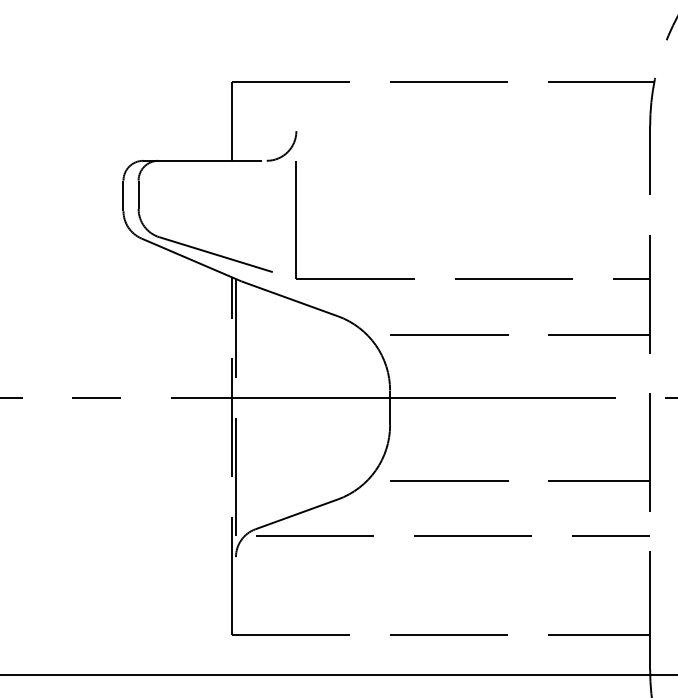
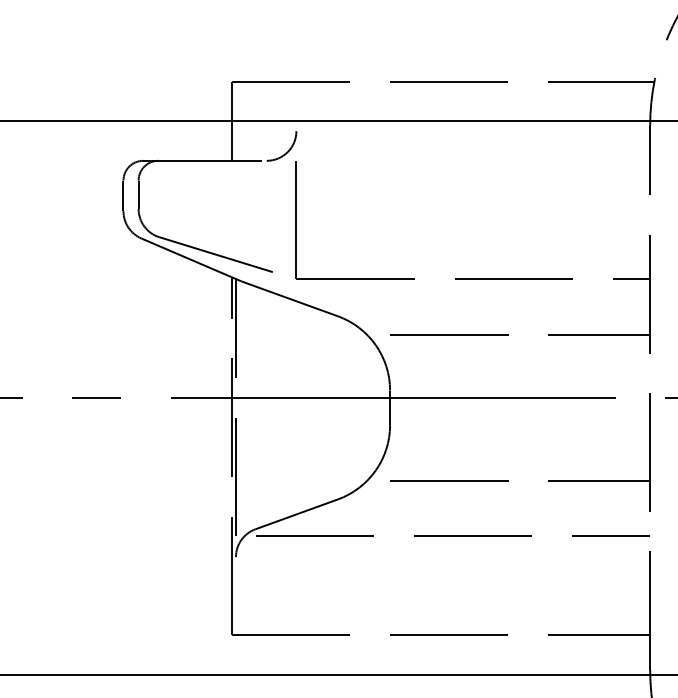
line at (338, 121): none -> present
